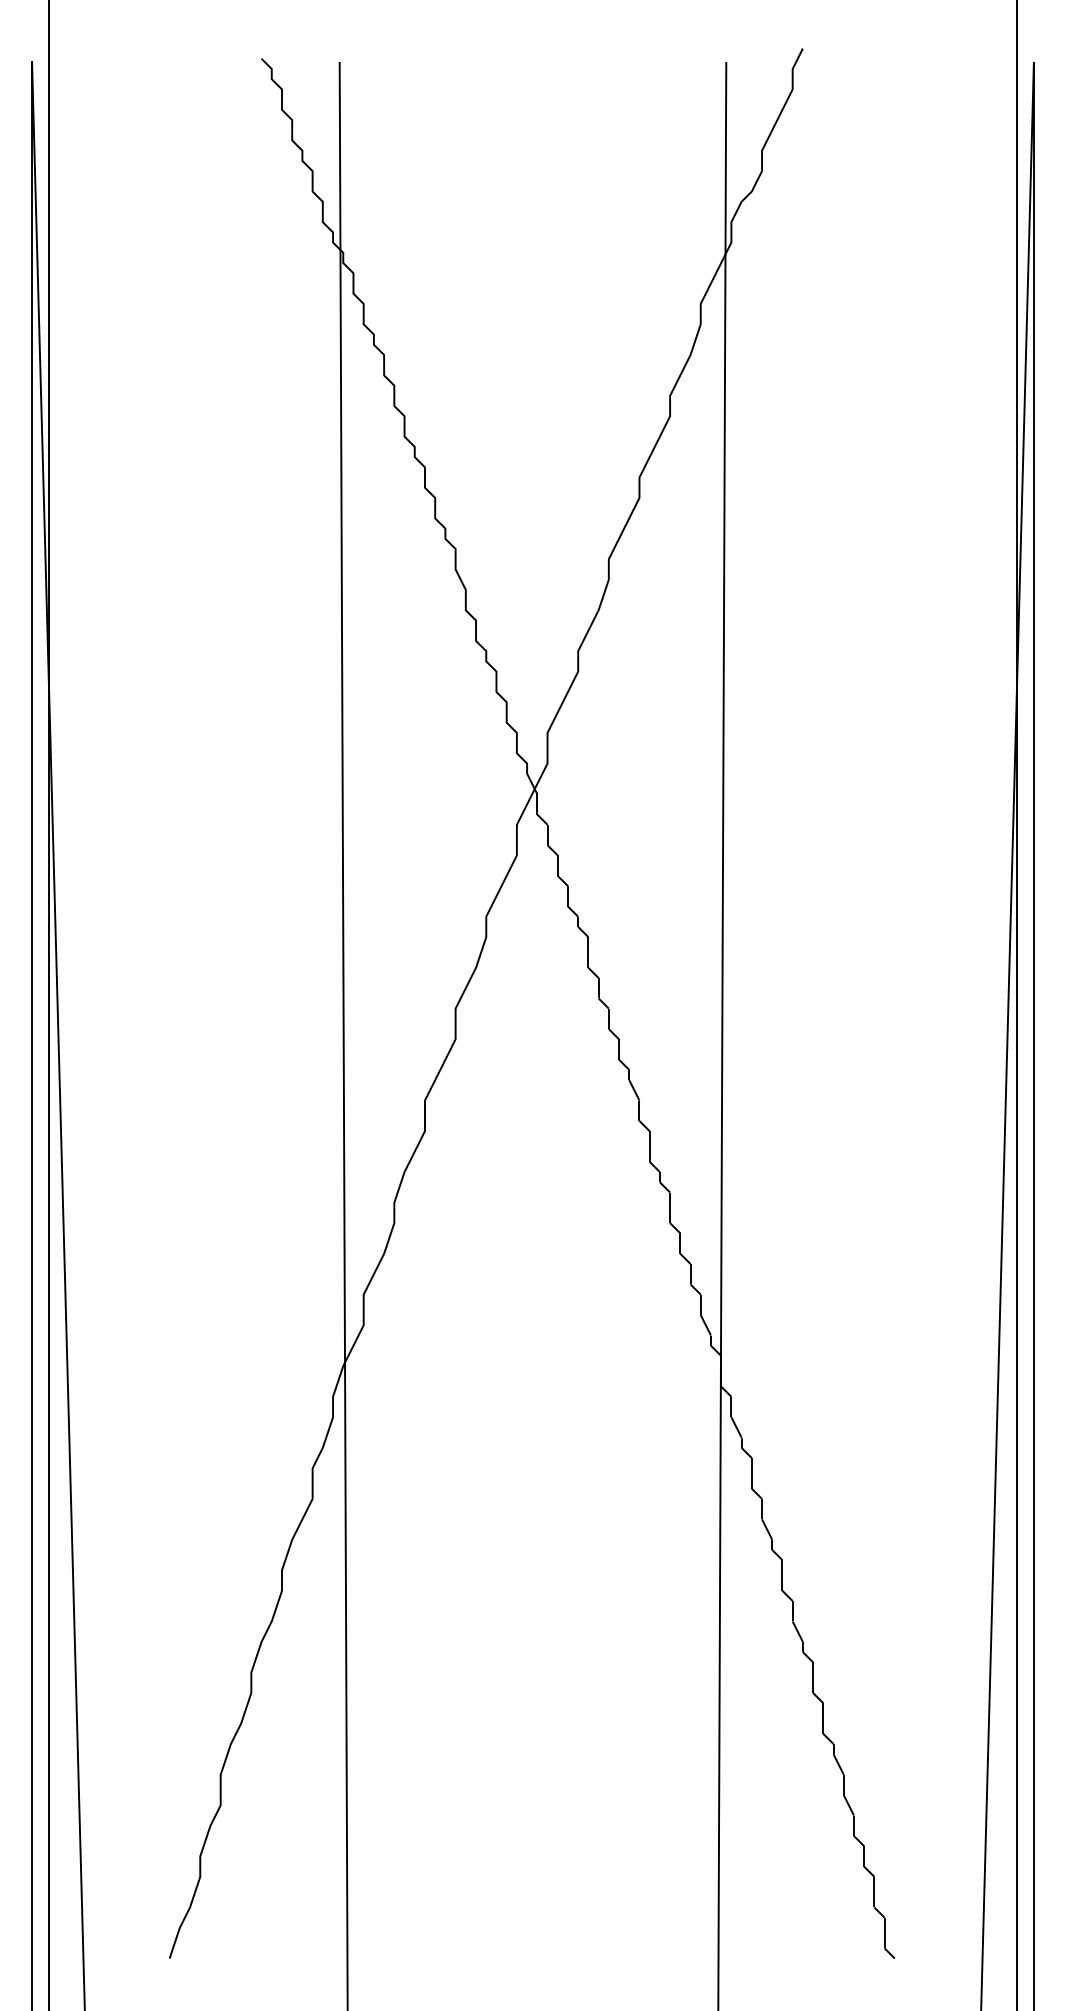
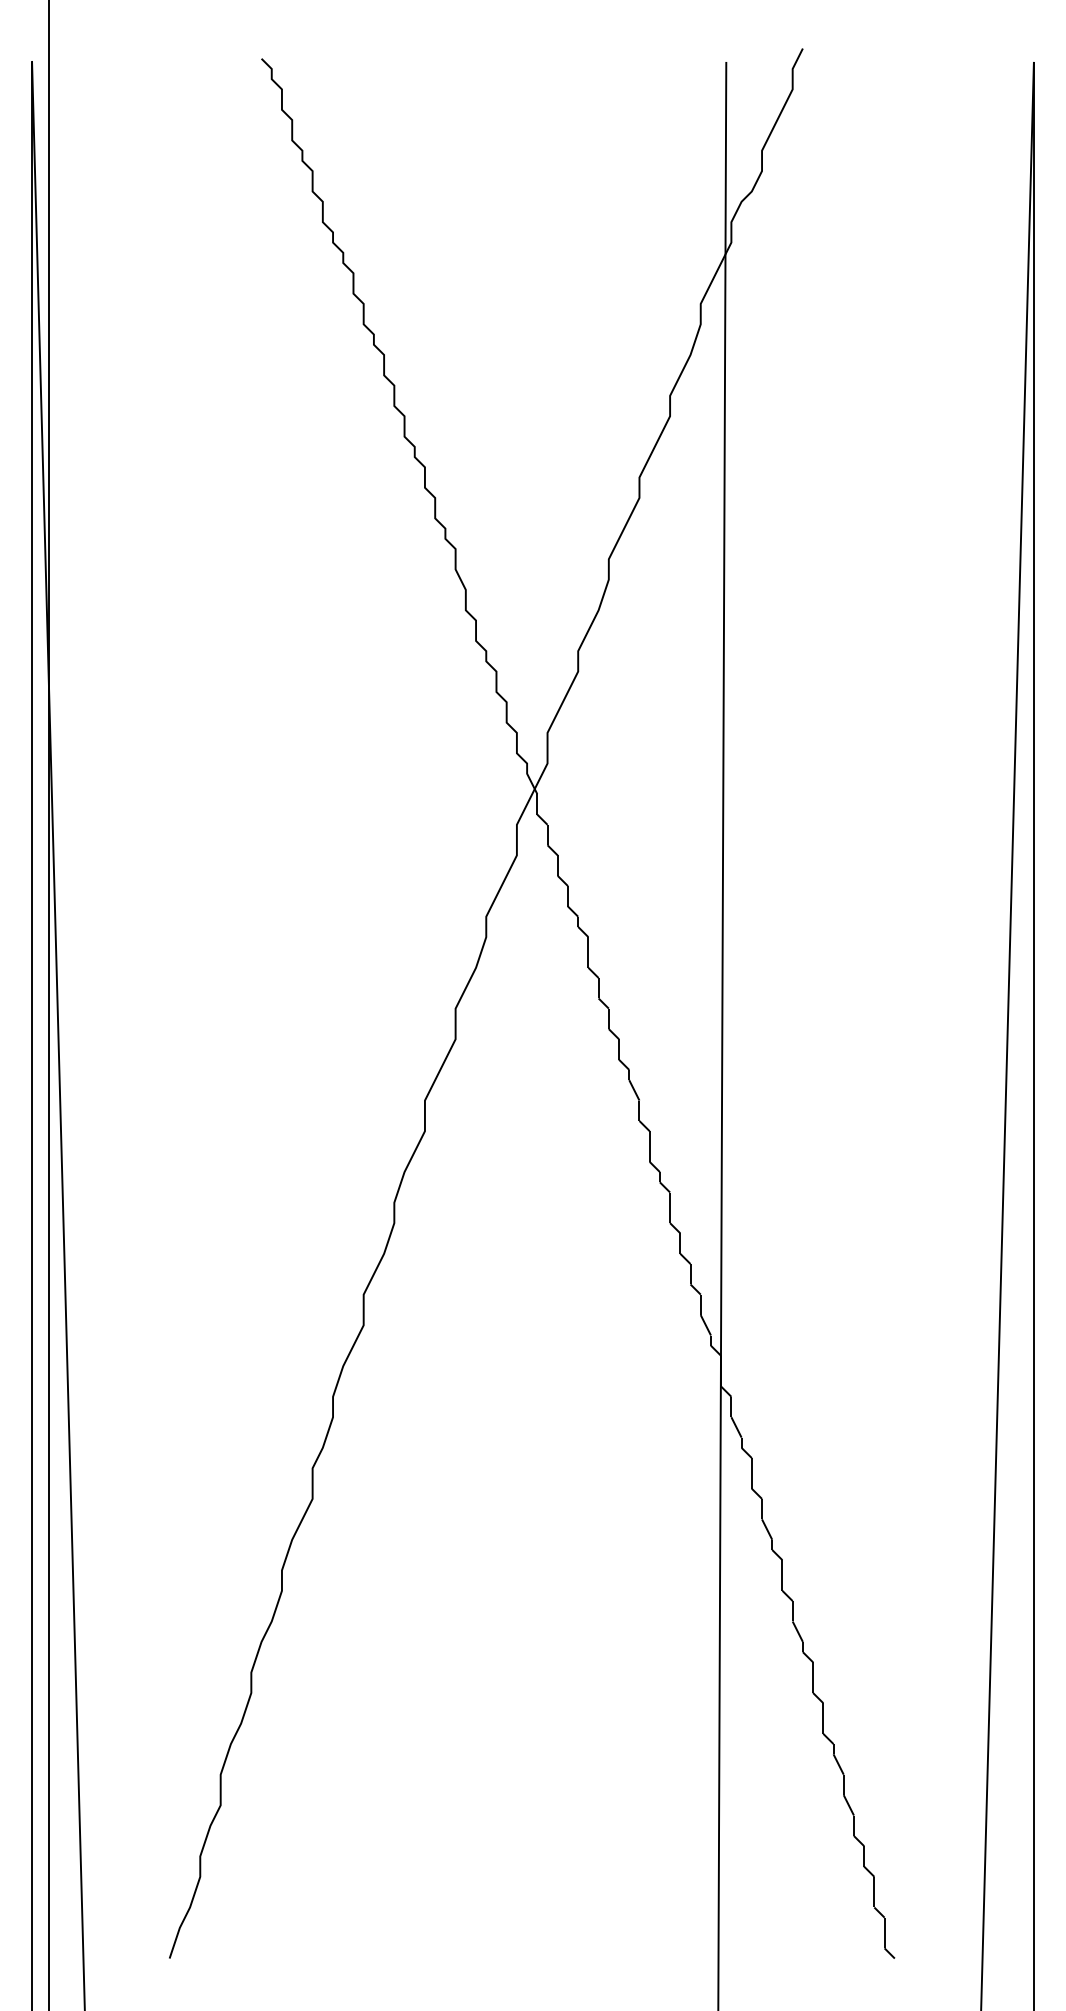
line at (1016, 1004): present -> none
line at (343, 1034): present -> none
